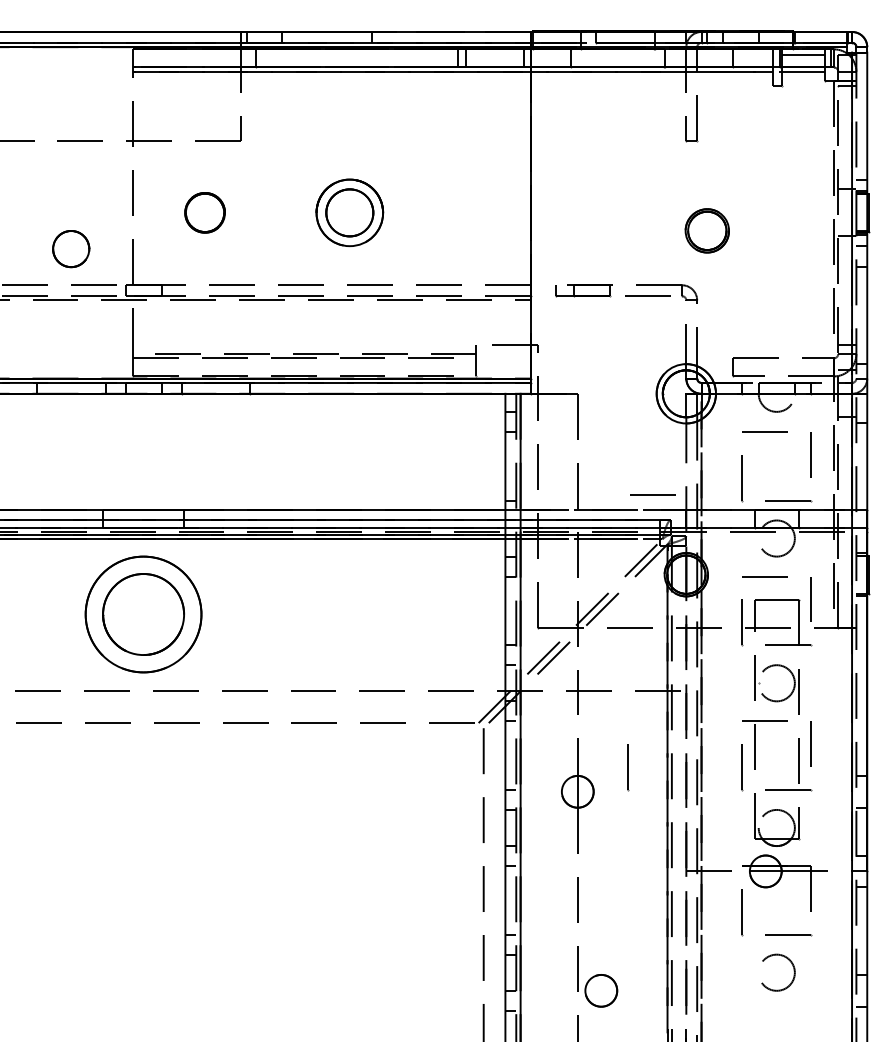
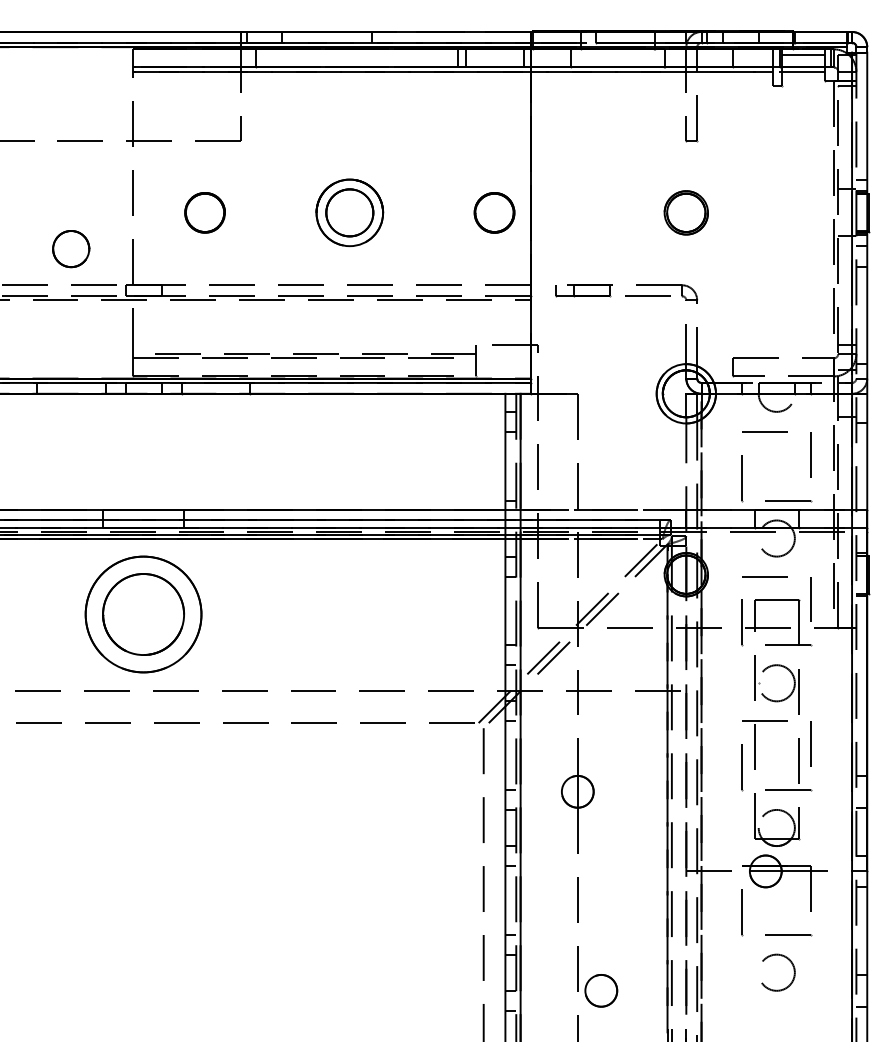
part at (494, 212): none -> present
part at (706, 230) position: (706, 230) -> (685, 212)
line at (652, 494): present -> none
line at (628, 767): present -> none
